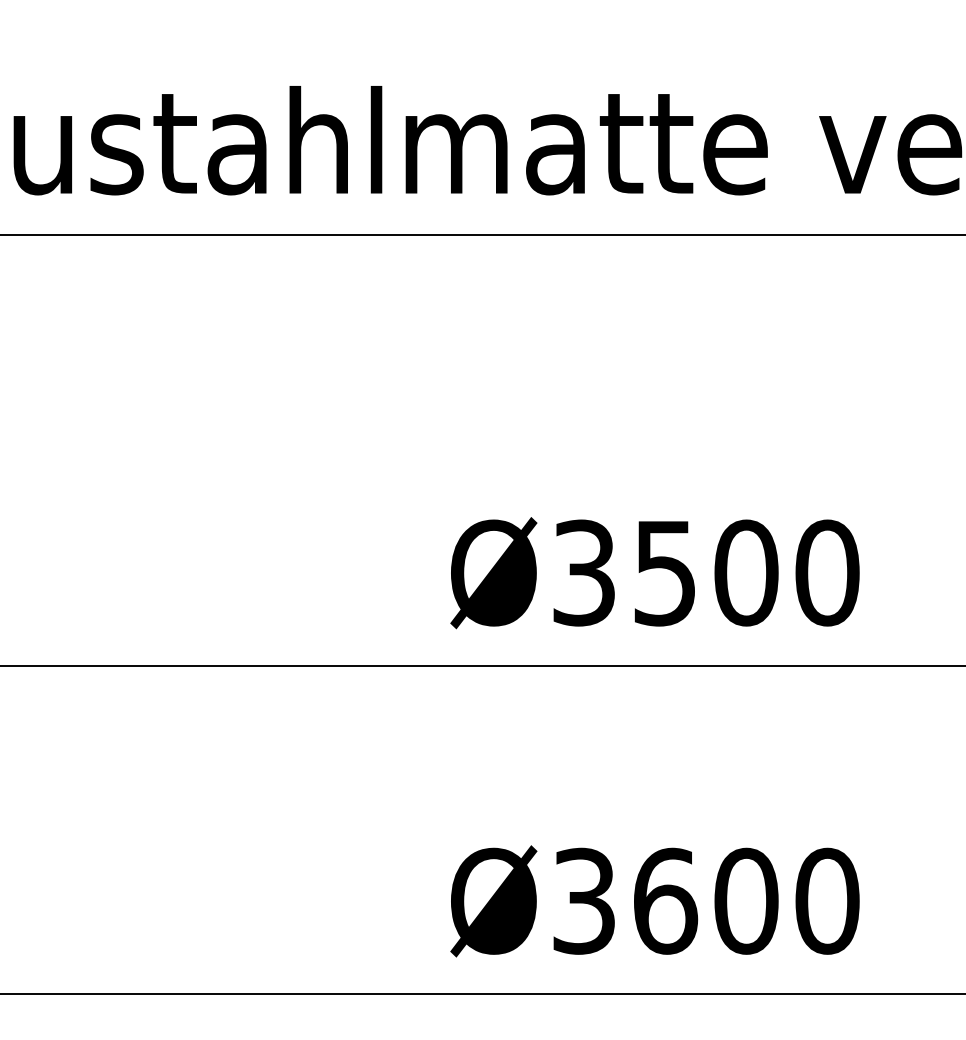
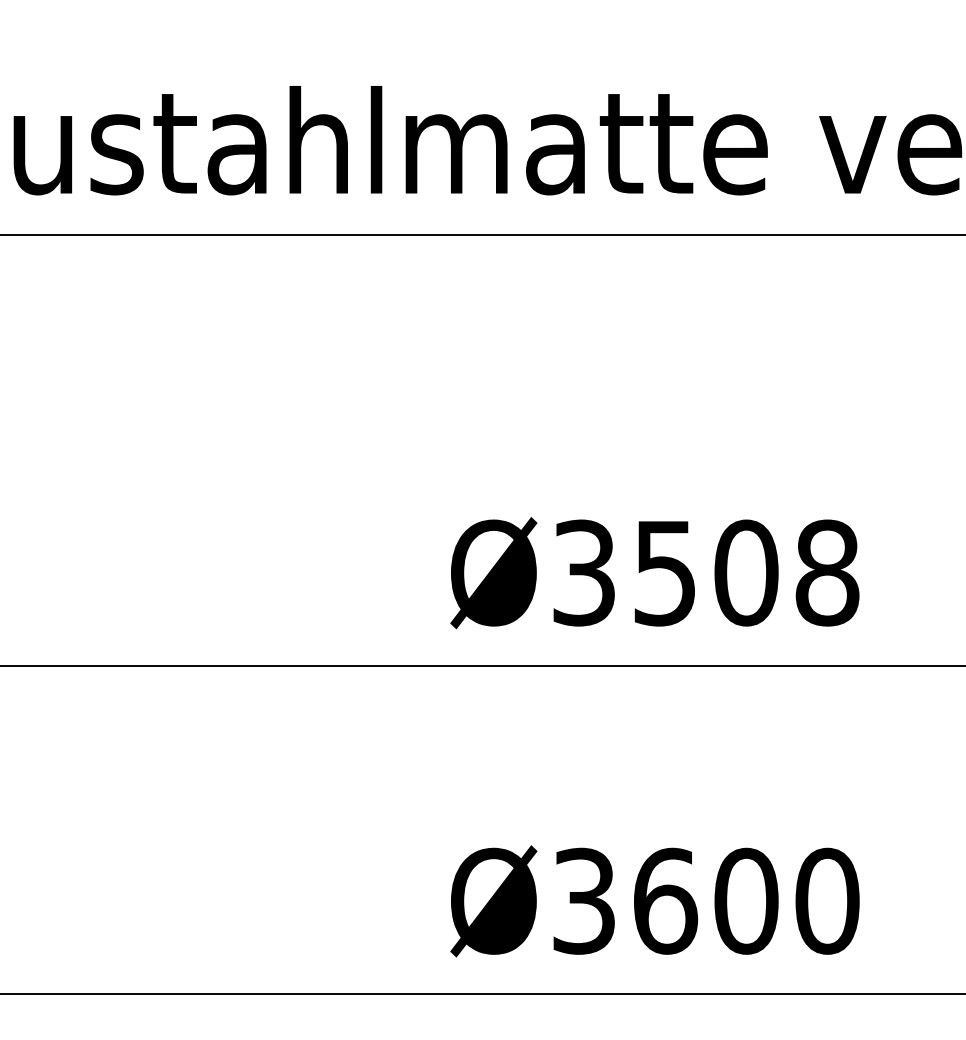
text at (827, 572): Ø3500 -> Ø3508
